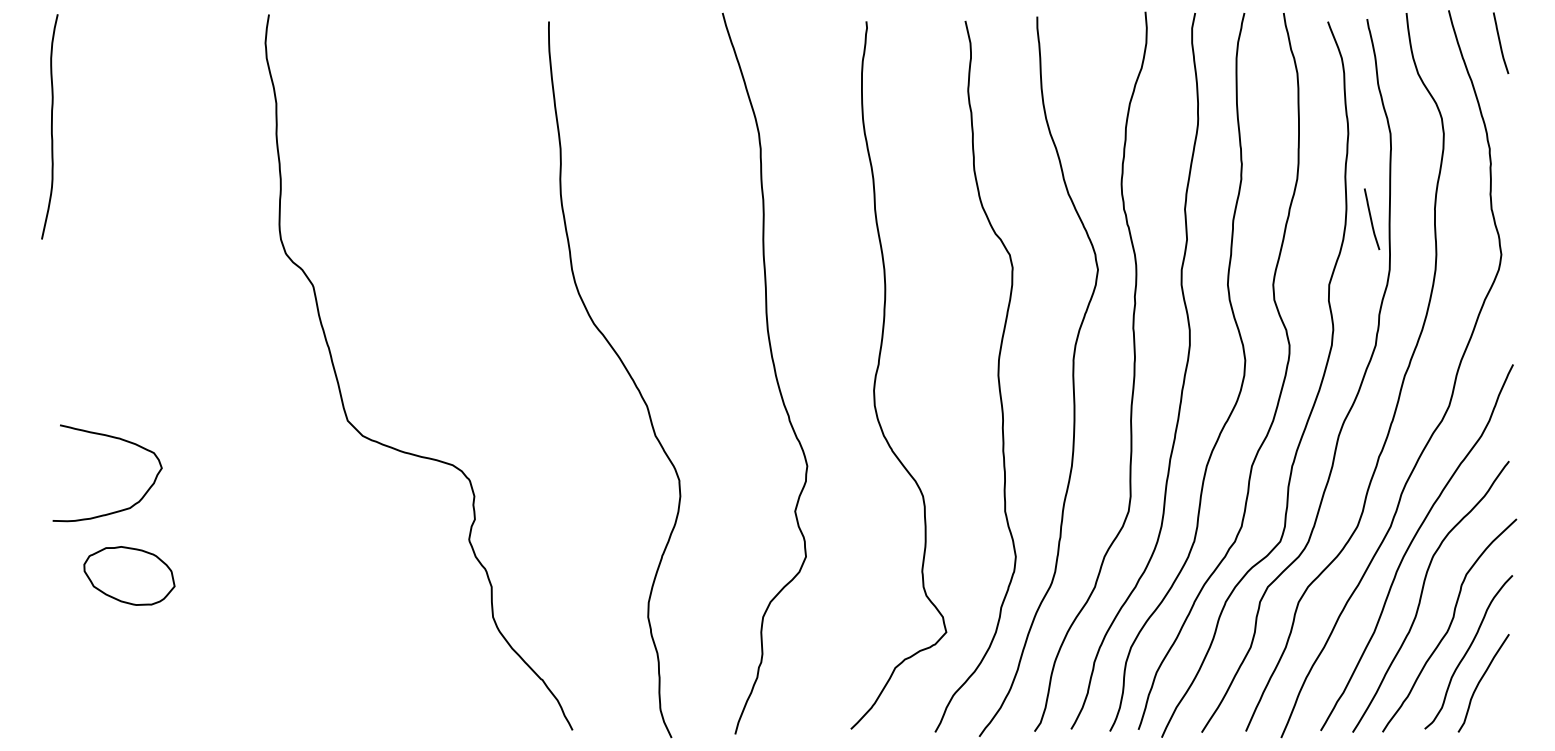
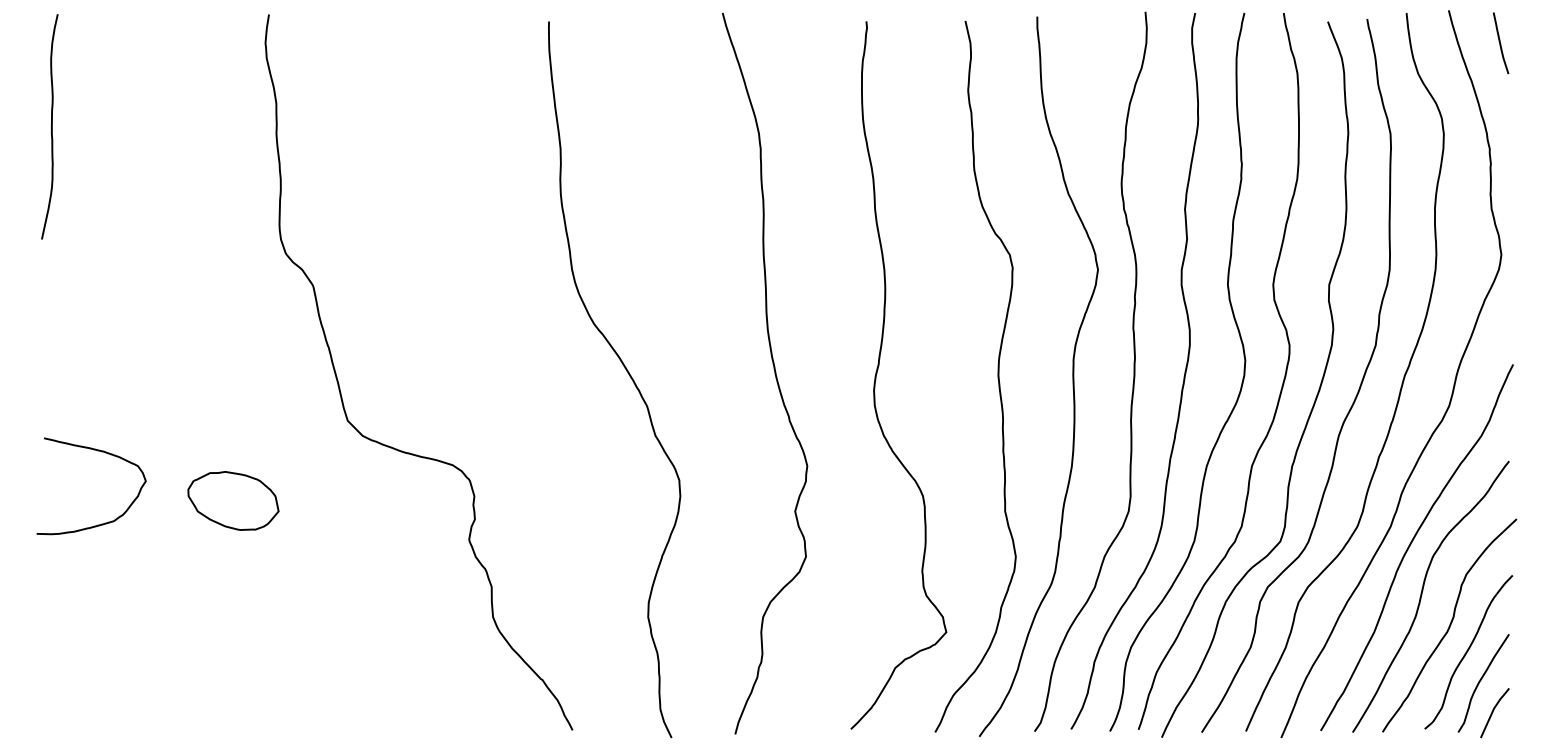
curve at (1372, 219): present -> none
curve at (117, 439) position: (117, 439) -> (101, 452)
part at (129, 575) position: (129, 575) -> (233, 500)
line at (1493, 712): none -> present
